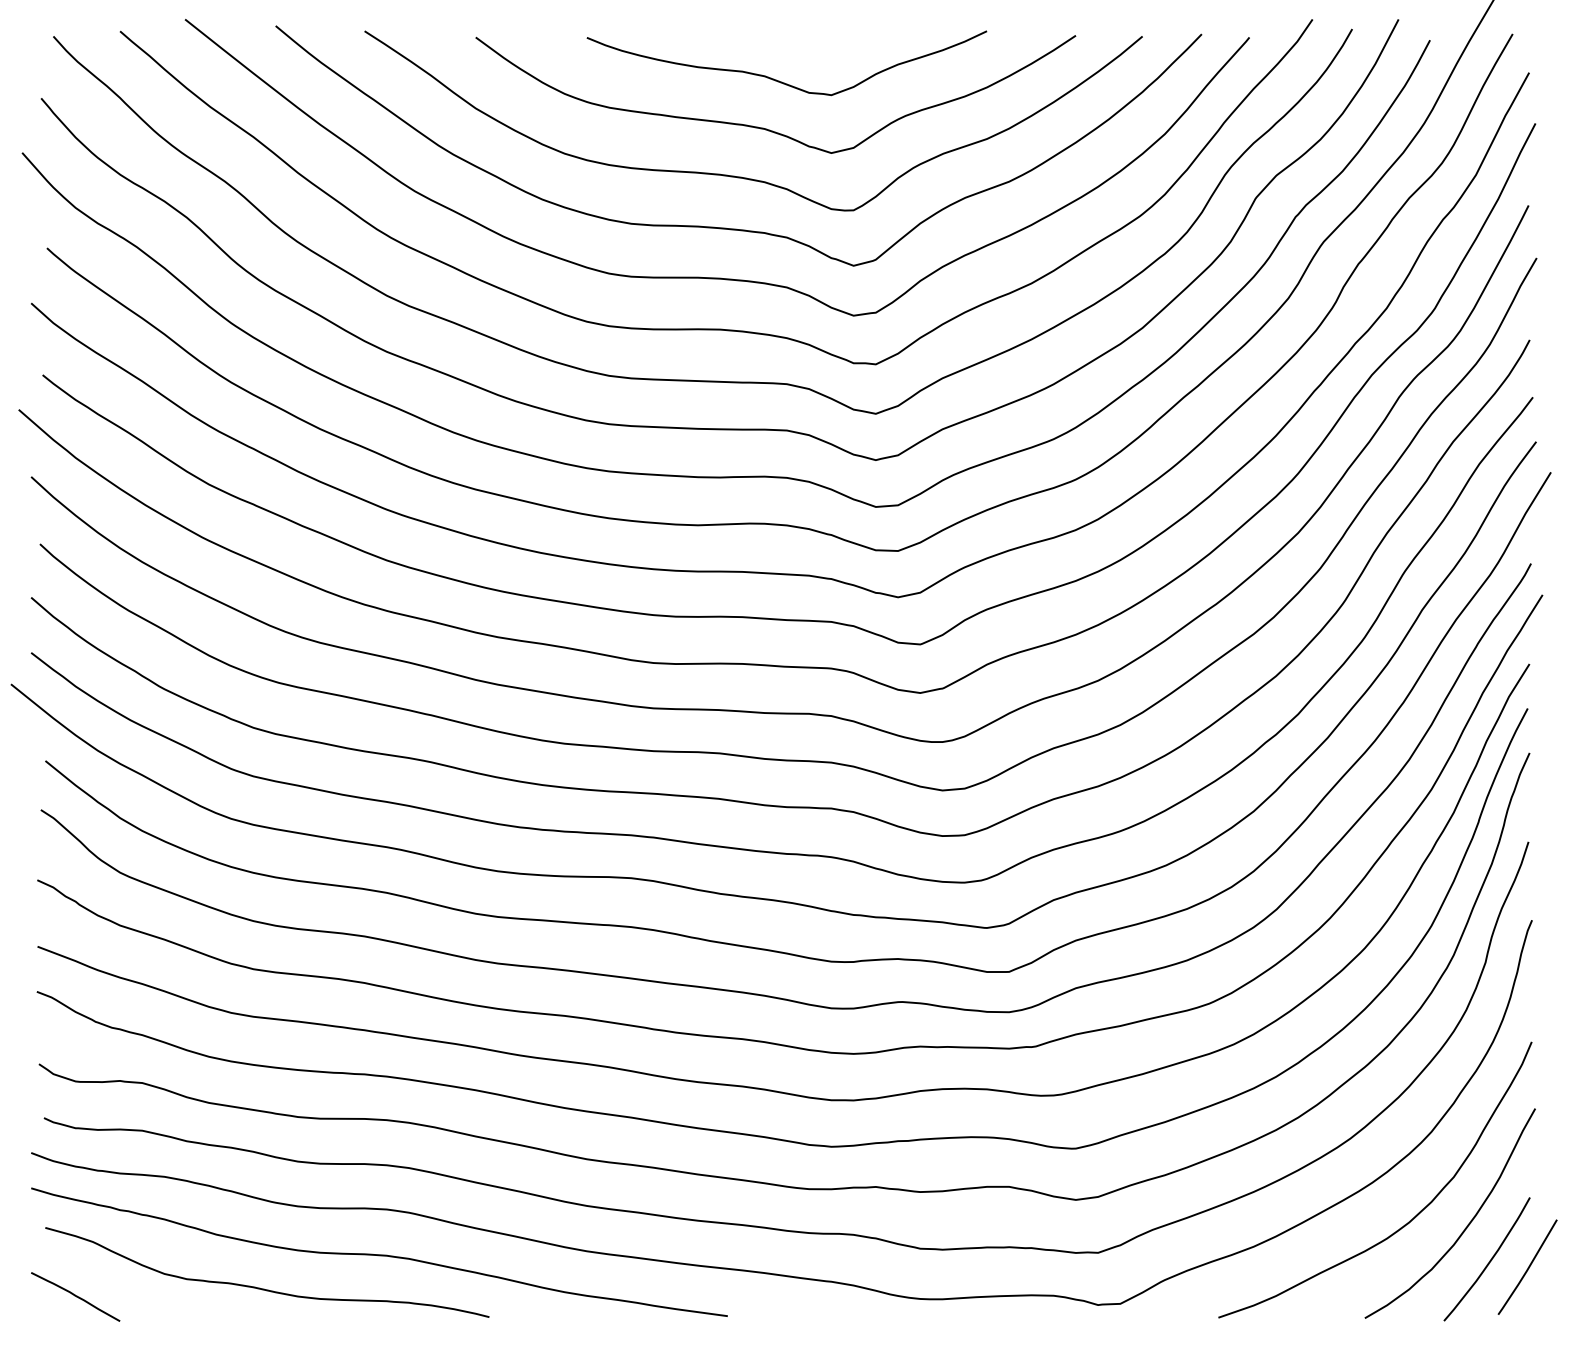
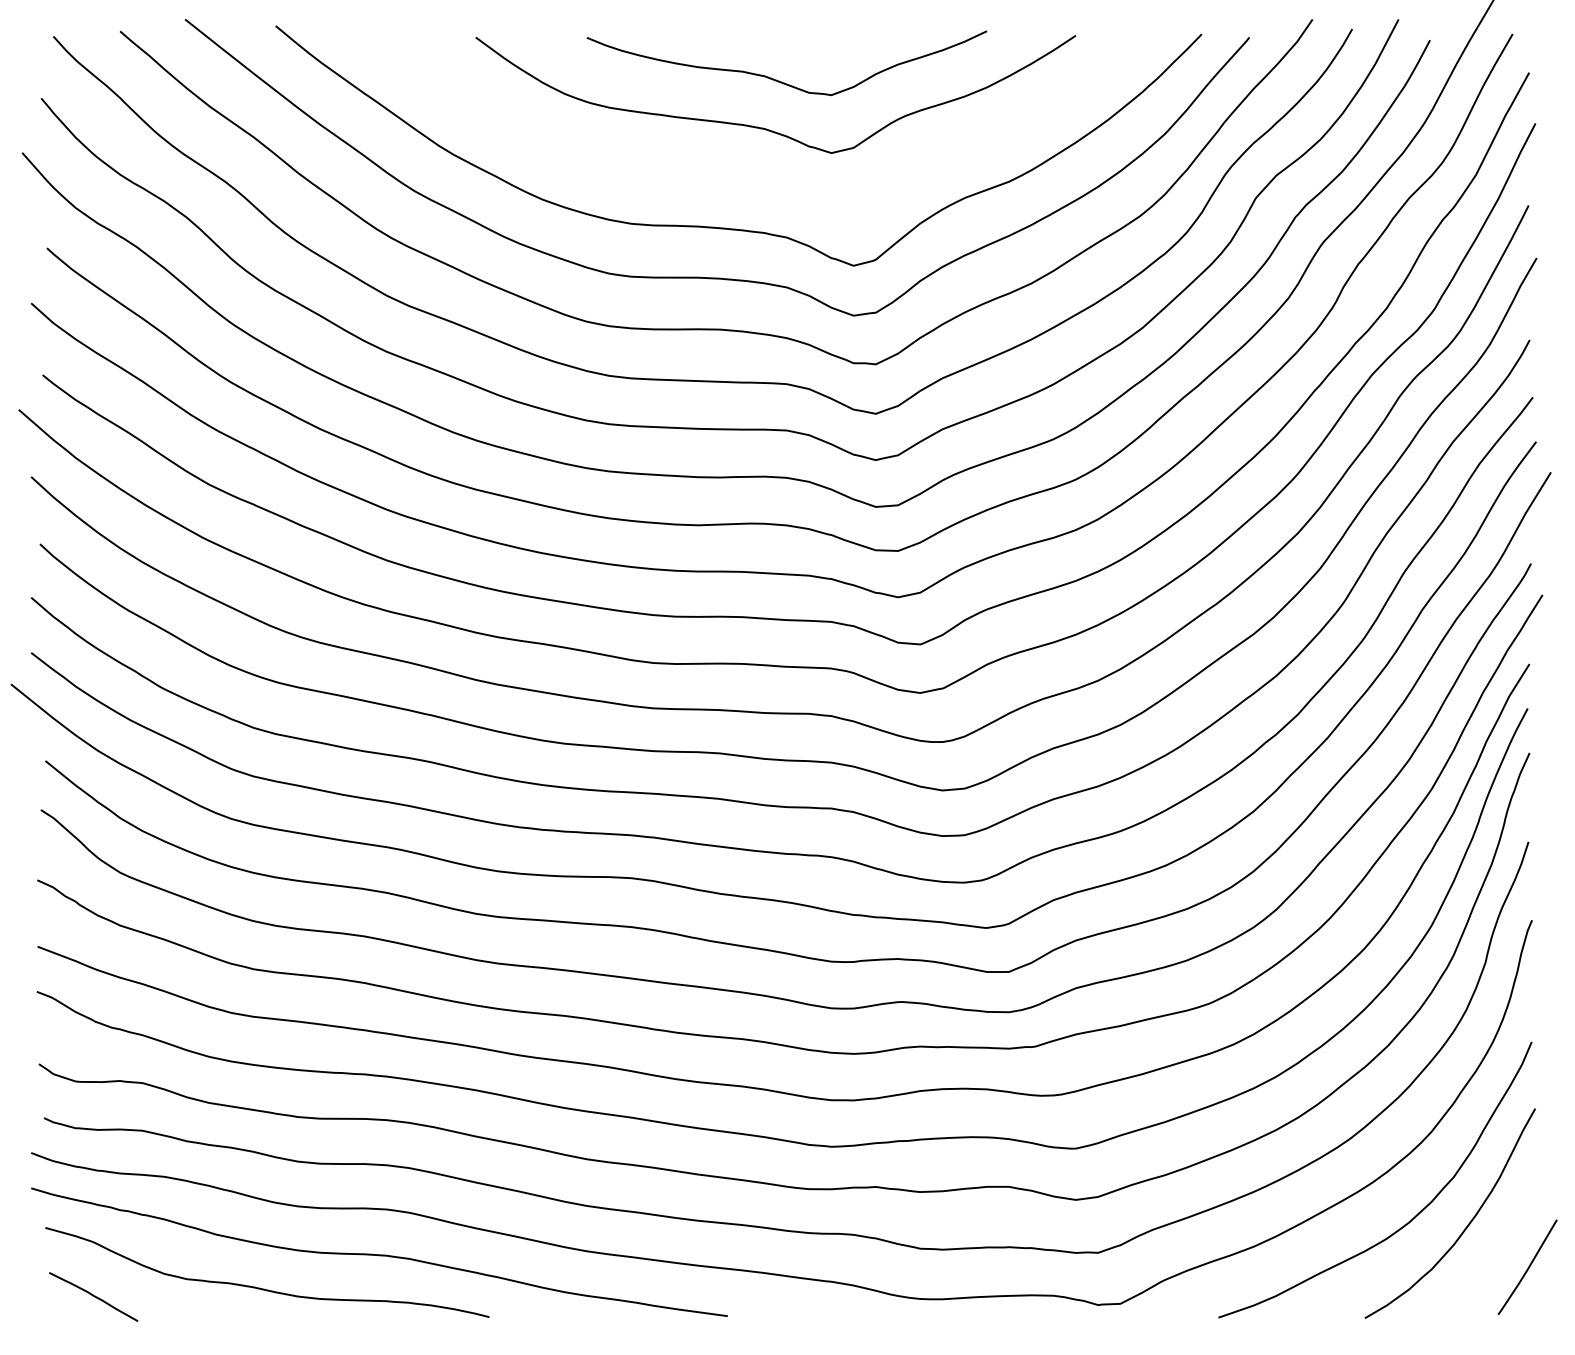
curve at (741, 176): present -> none
curve at (1489, 1260): present -> none
curve at (75, 1296) position: (75, 1296) -> (93, 1296)
